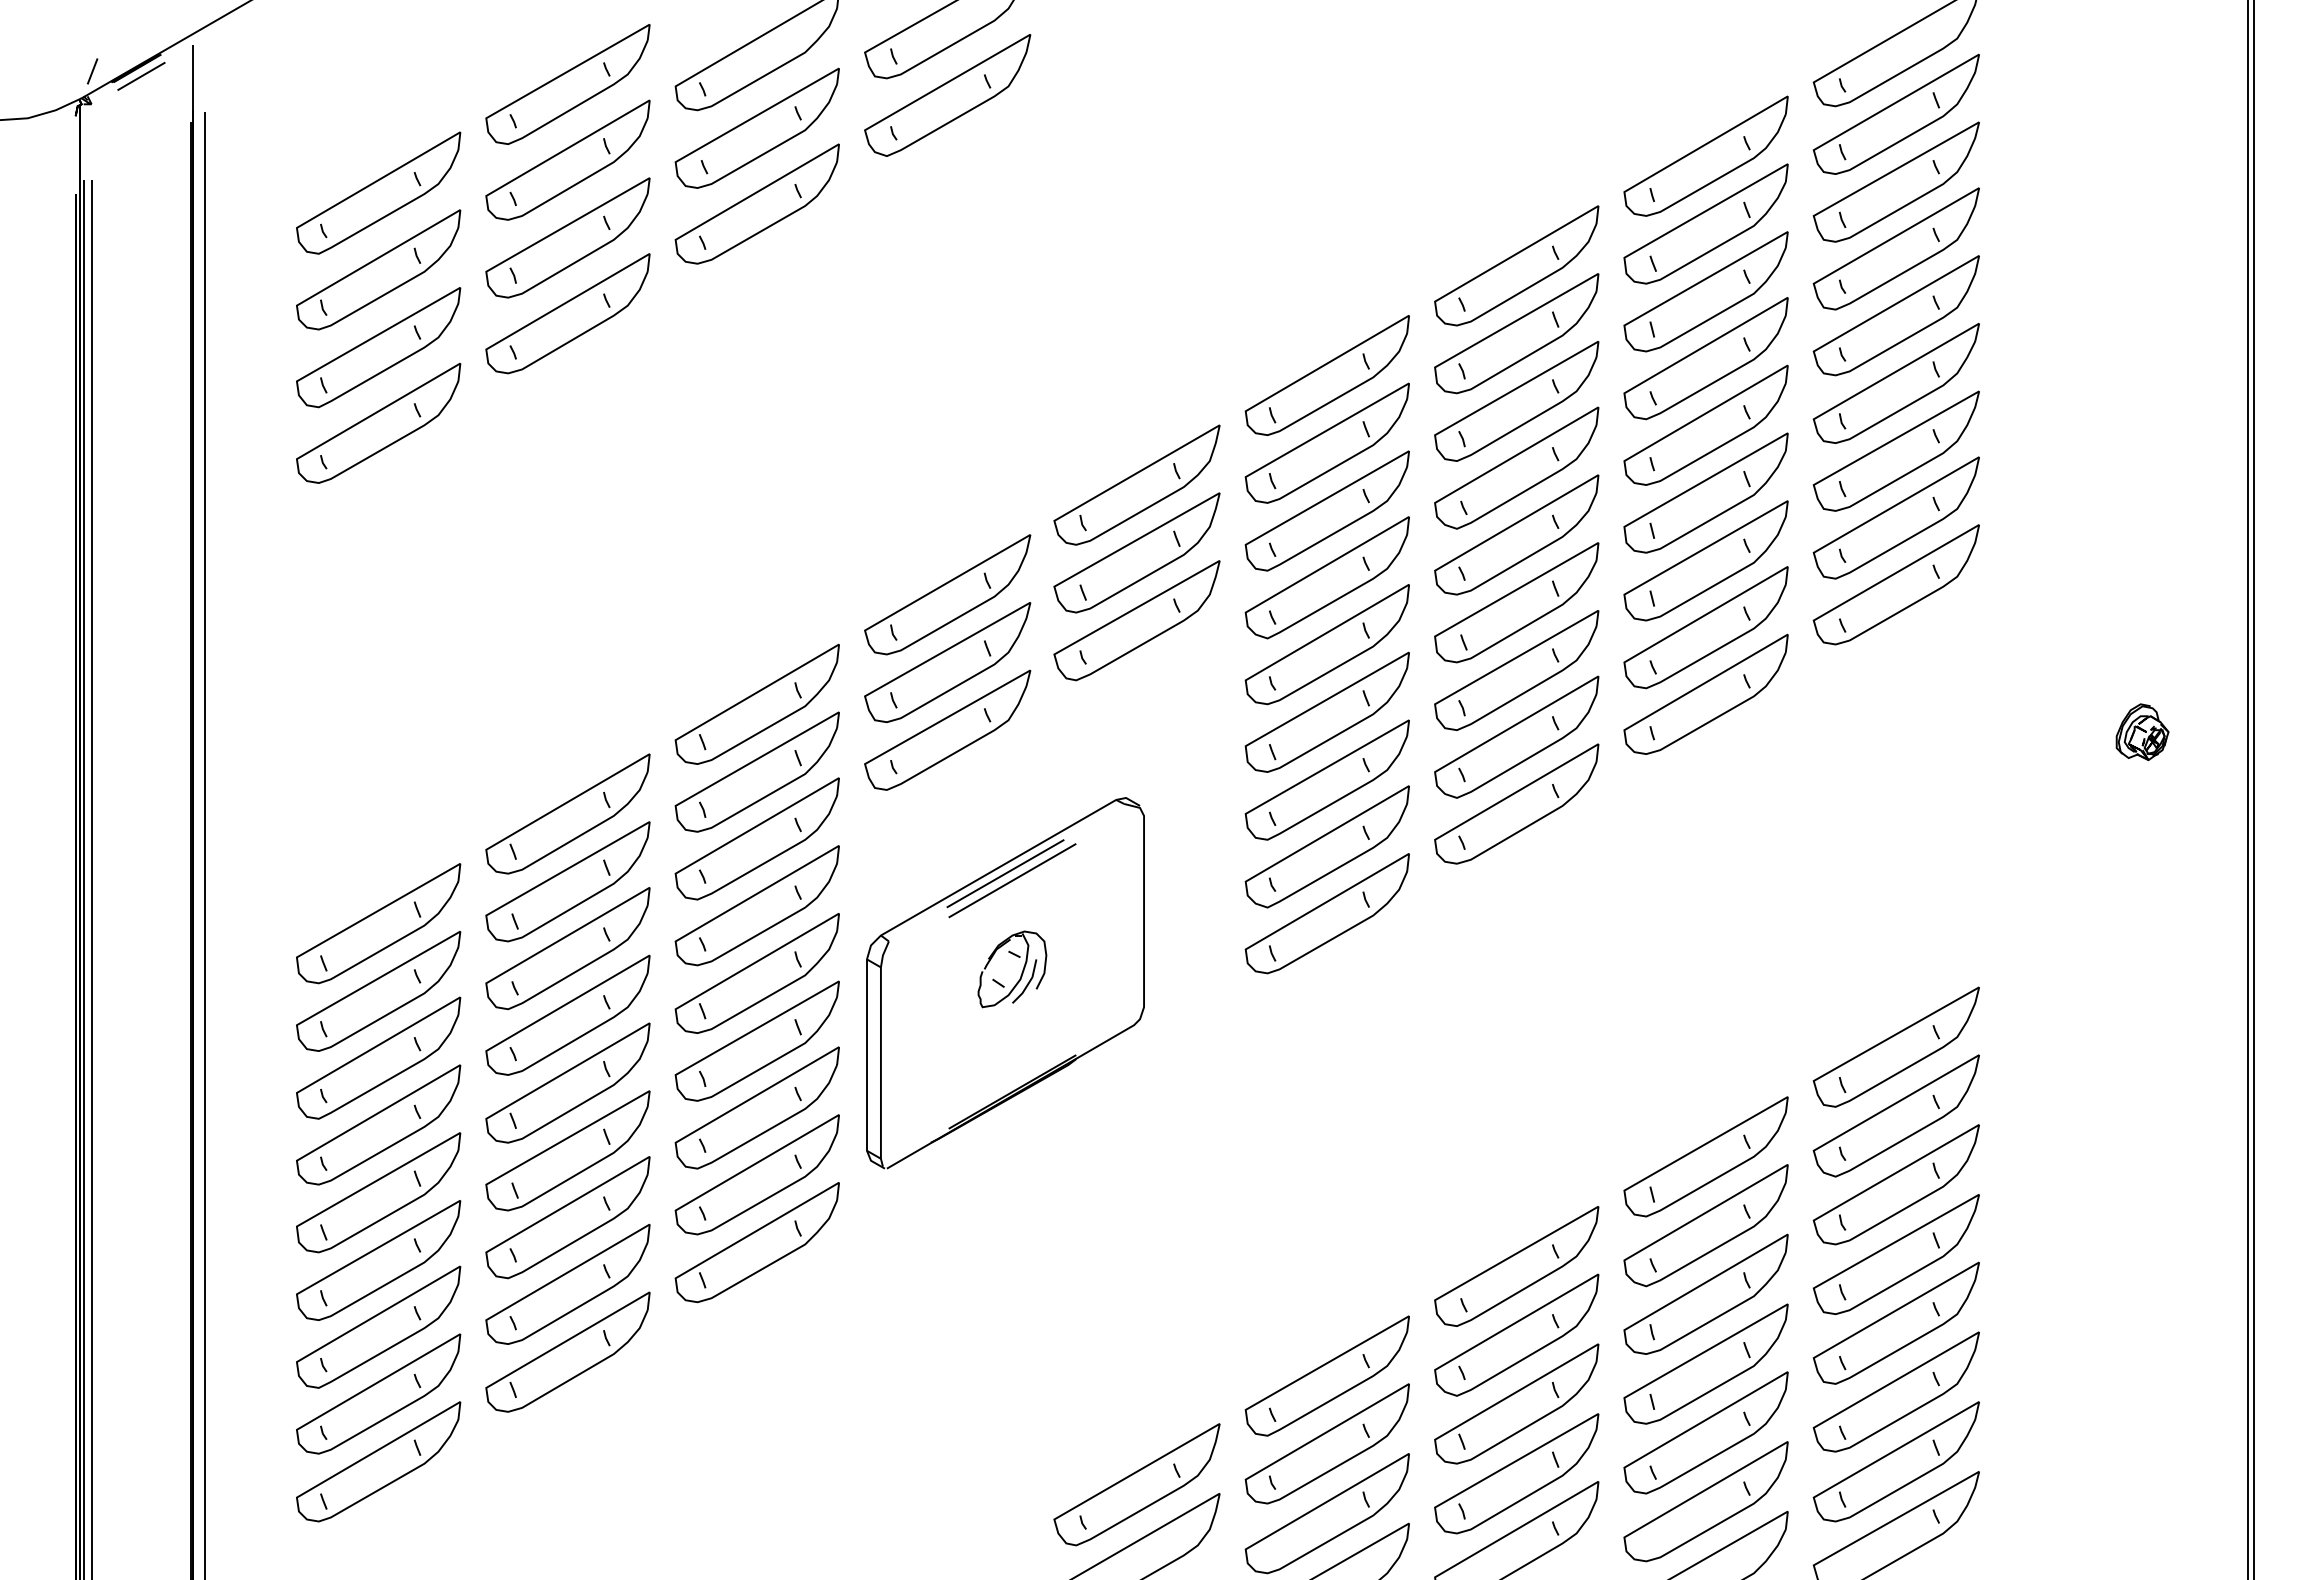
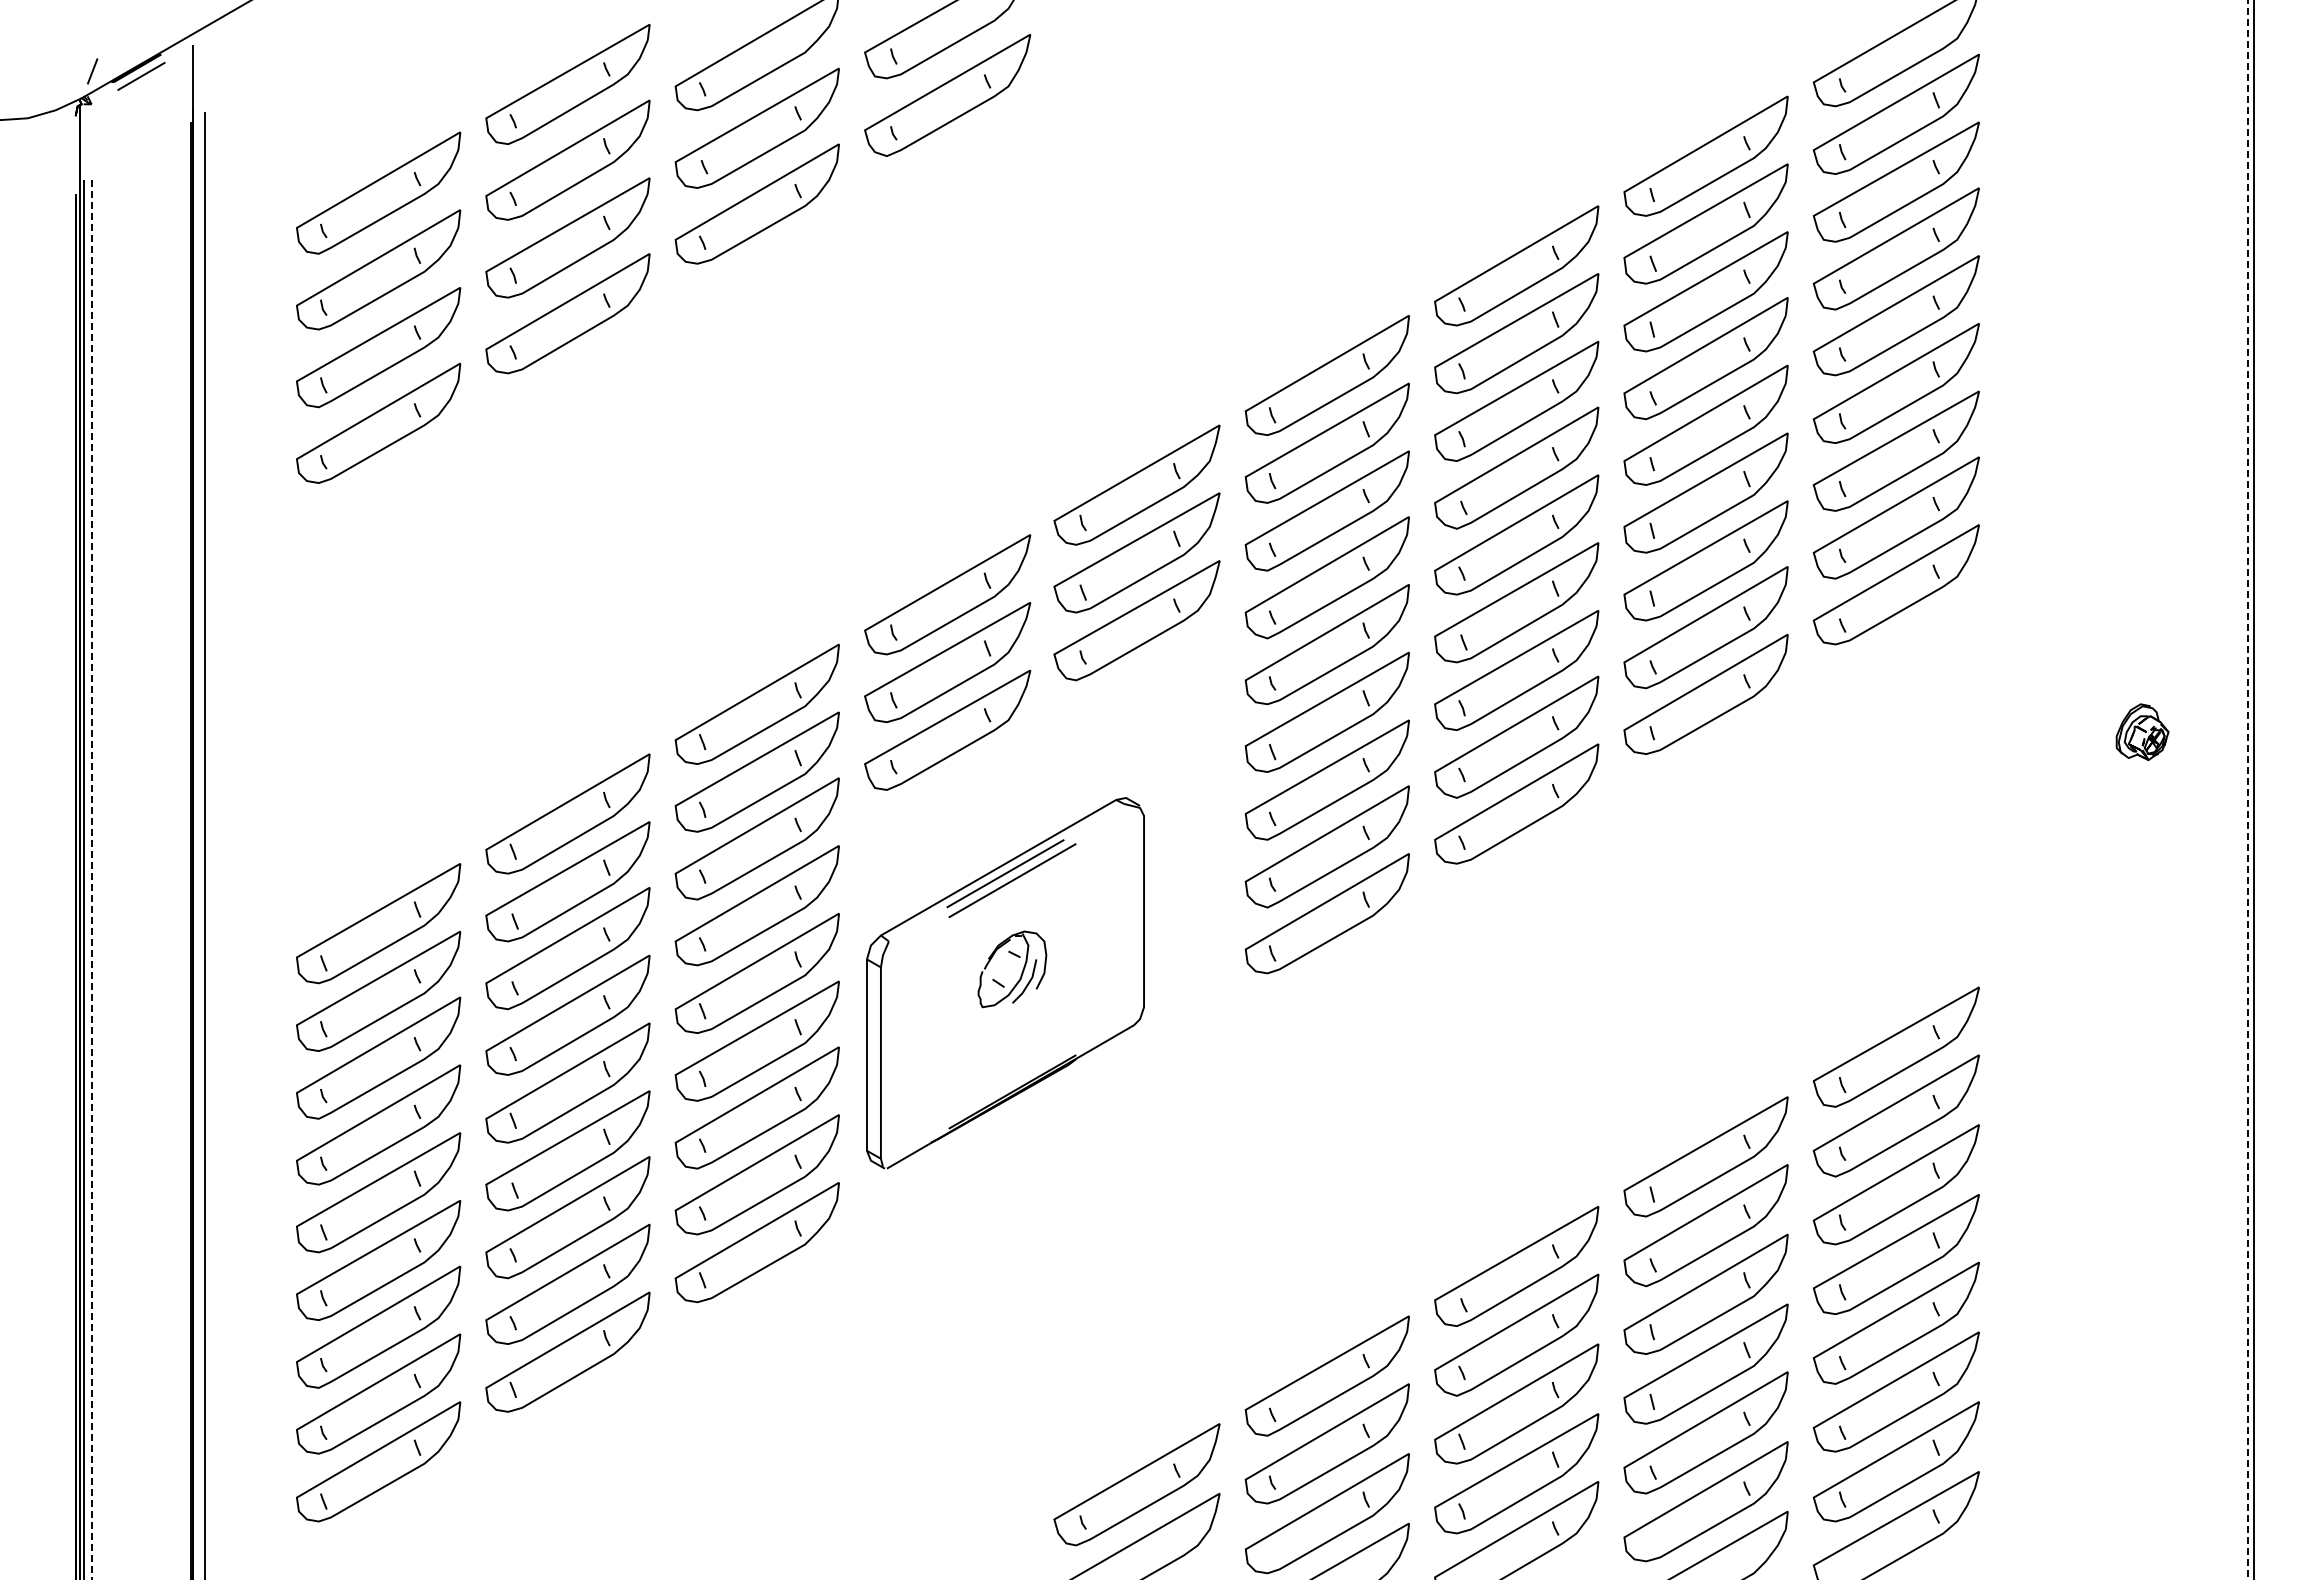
line at (2248, 789): solid -> dashed
line at (91, 879): solid -> dashed
